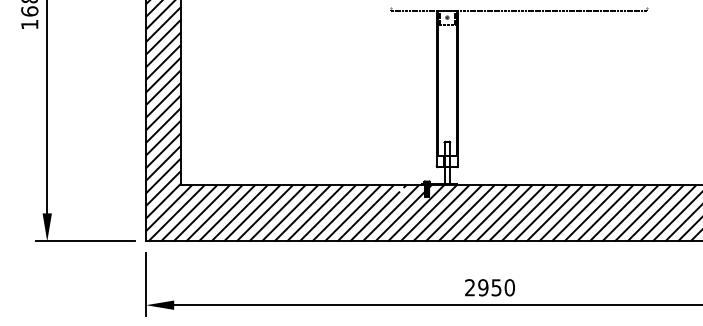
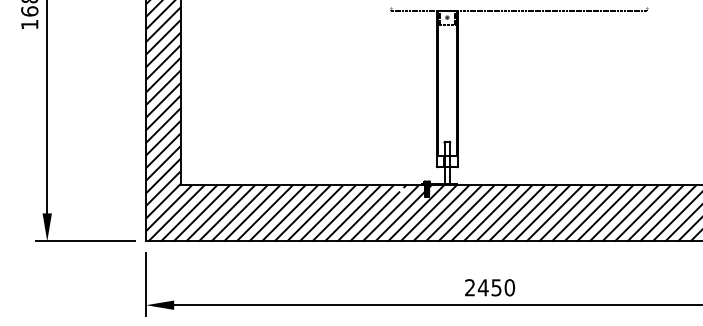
text at (482, 287): 2950 -> 2450
